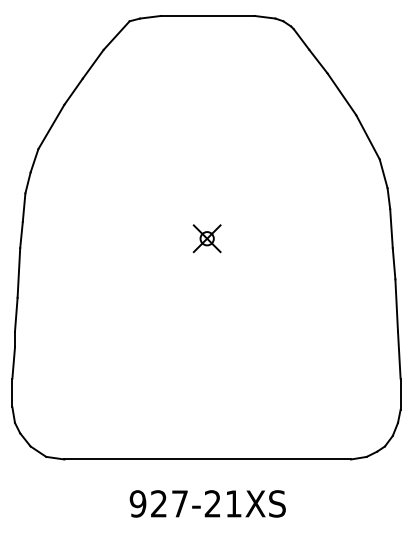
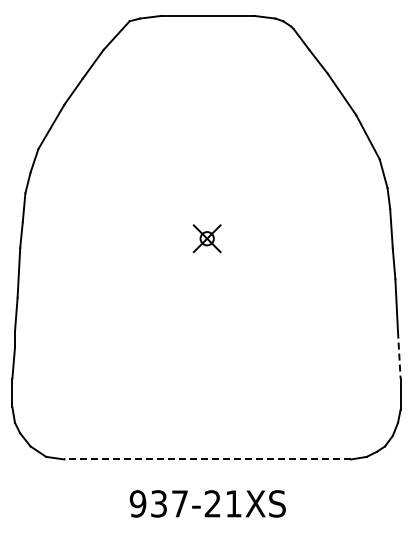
line at (399, 355): solid -> dashed
line at (207, 459): solid -> dashed
text at (158, 503): 927-21XS -> 937-21XS
